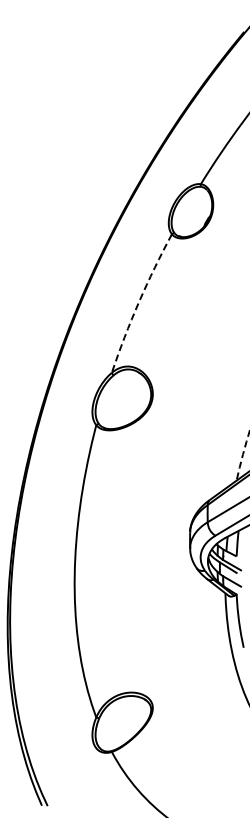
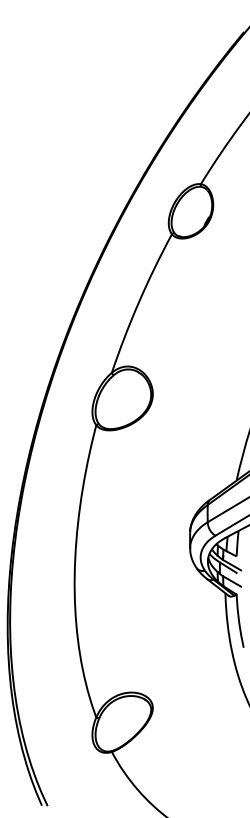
arc at (138, 302): dashed -> solid
arc at (242, 455): dashed -> solid
